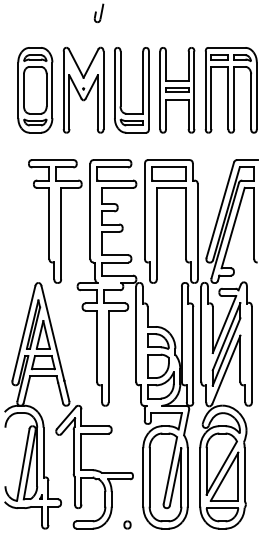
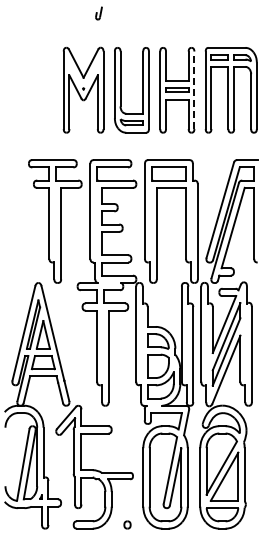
part at (98, 13) size: 12x21 px -> 8x15 px
part at (35, 90): present -> none
line at (194, 90): solid -> dashed
